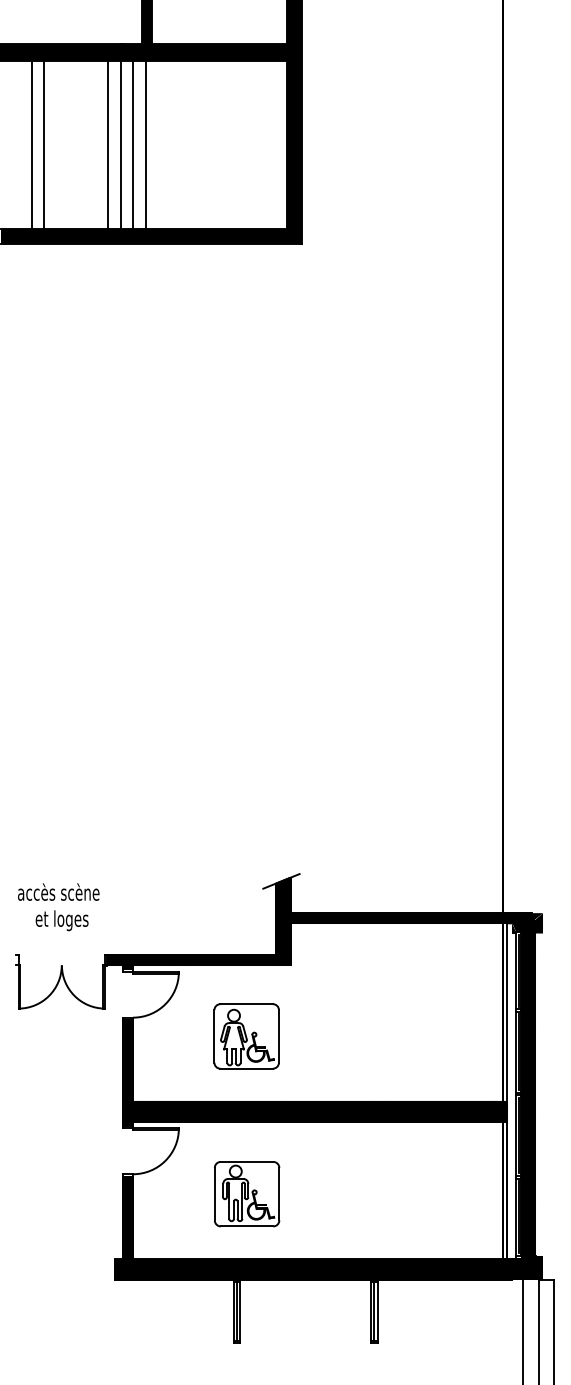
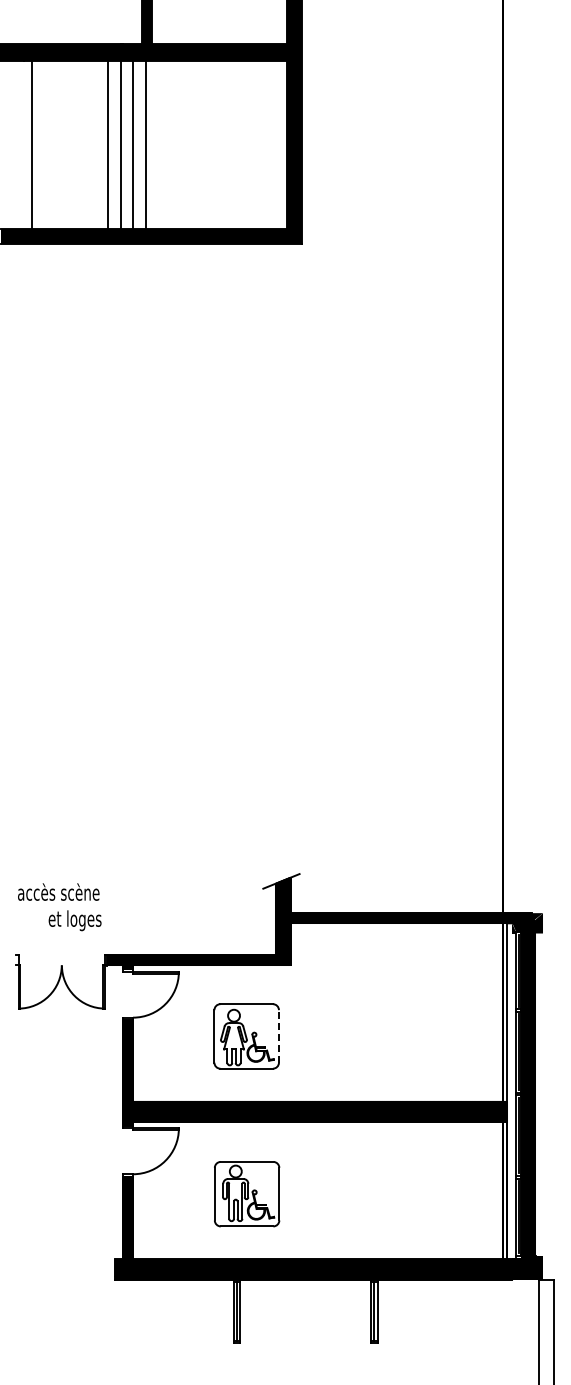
line at (44, 145): present -> none
text at (61, 920) position: (61, 920) -> (74, 920)
line at (278, 1035): solid -> dashed
line at (523, 1330): present -> none
